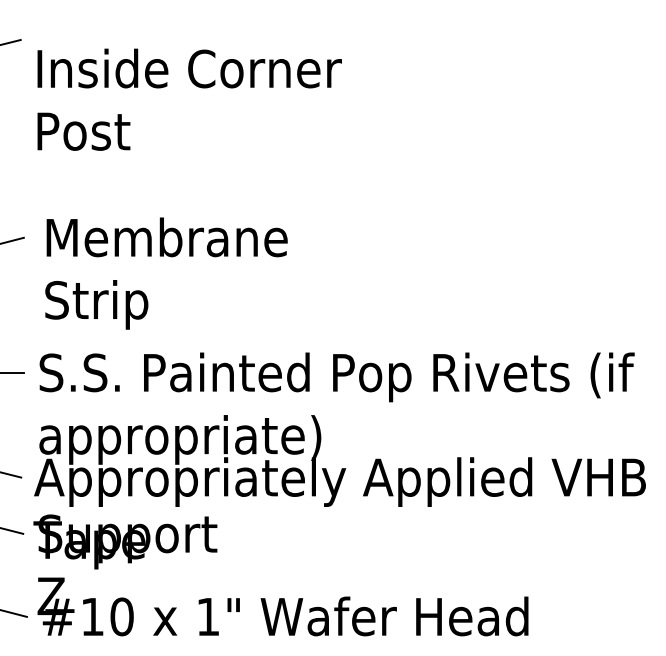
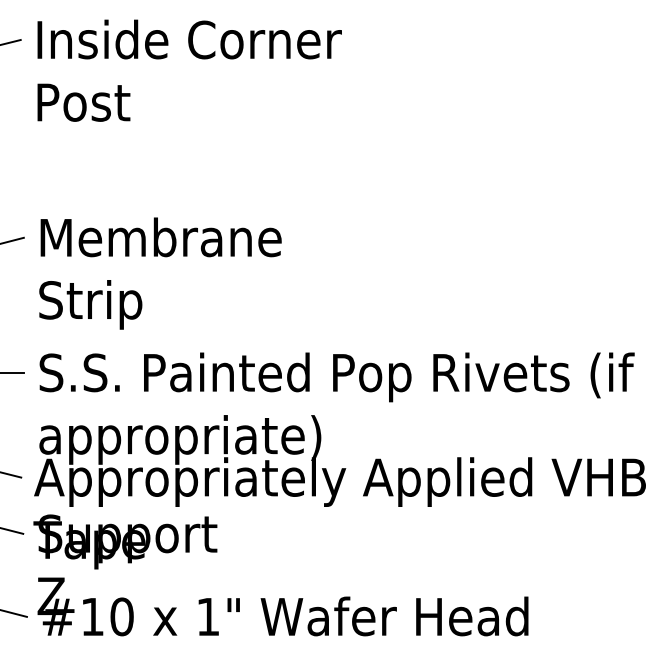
text at (189, 99) position: (189, 99) -> (189, 70)
text at (166, 273) position: (166, 273) -> (160, 273)
